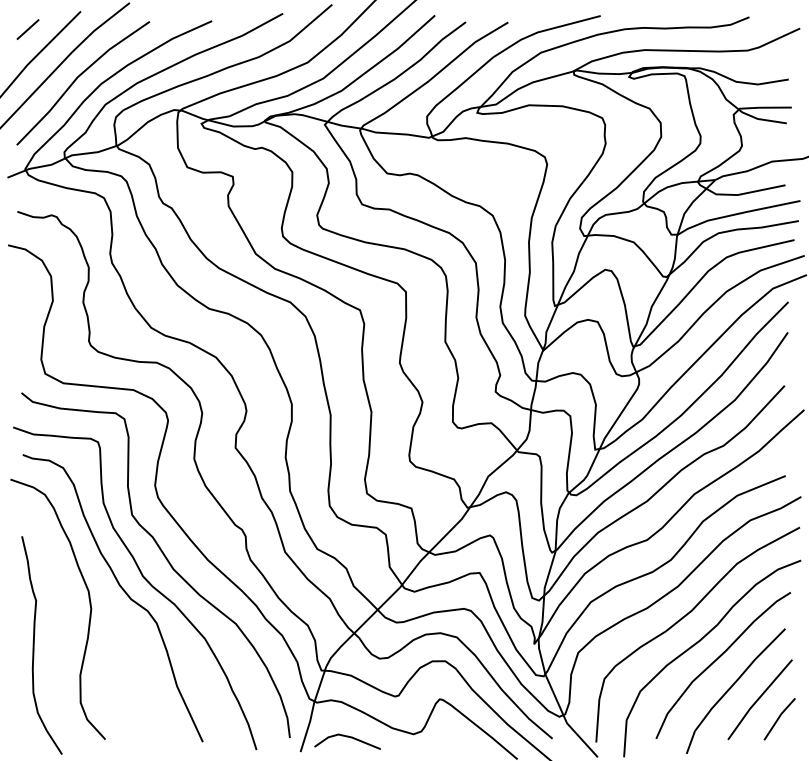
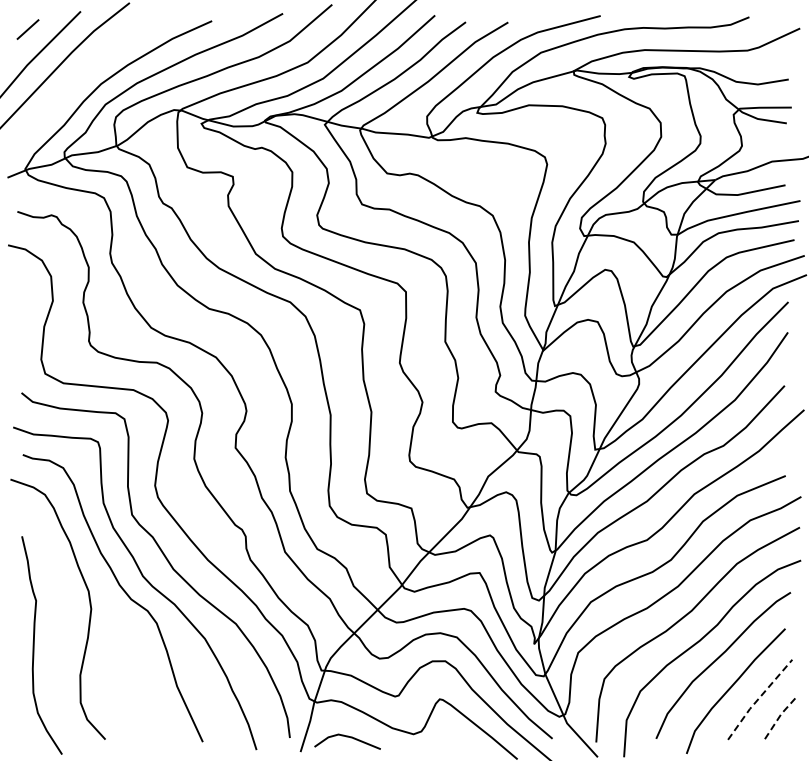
line at (77, 79): present -> none
line at (758, 699): solid -> dashed
line at (778, 717): solid -> dashed
